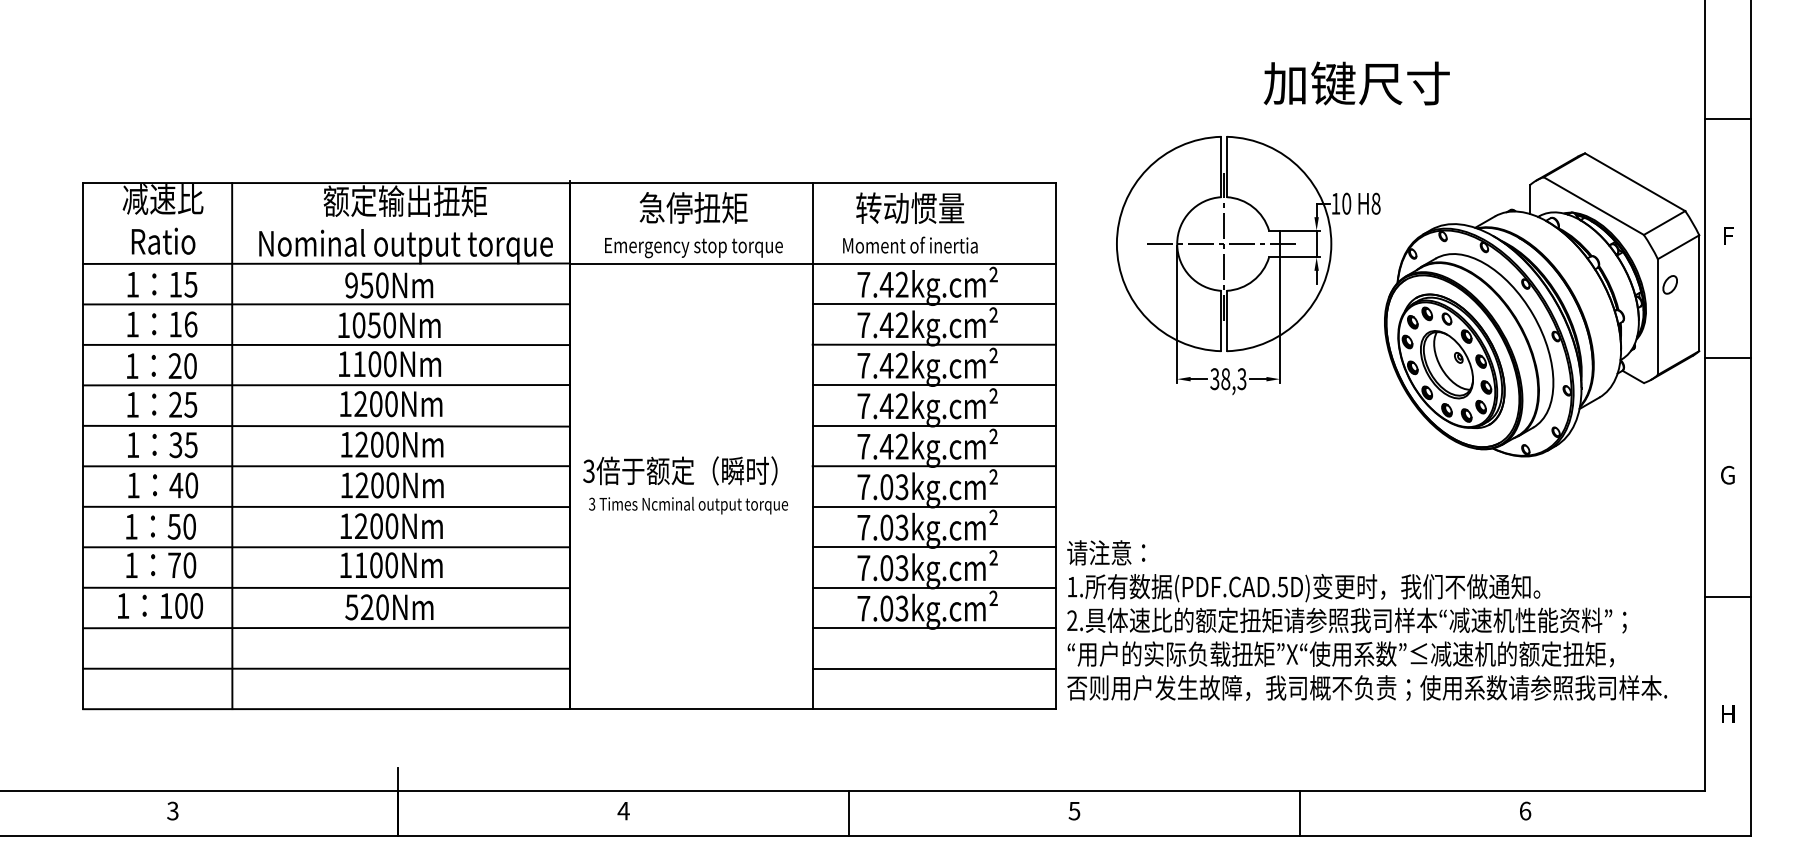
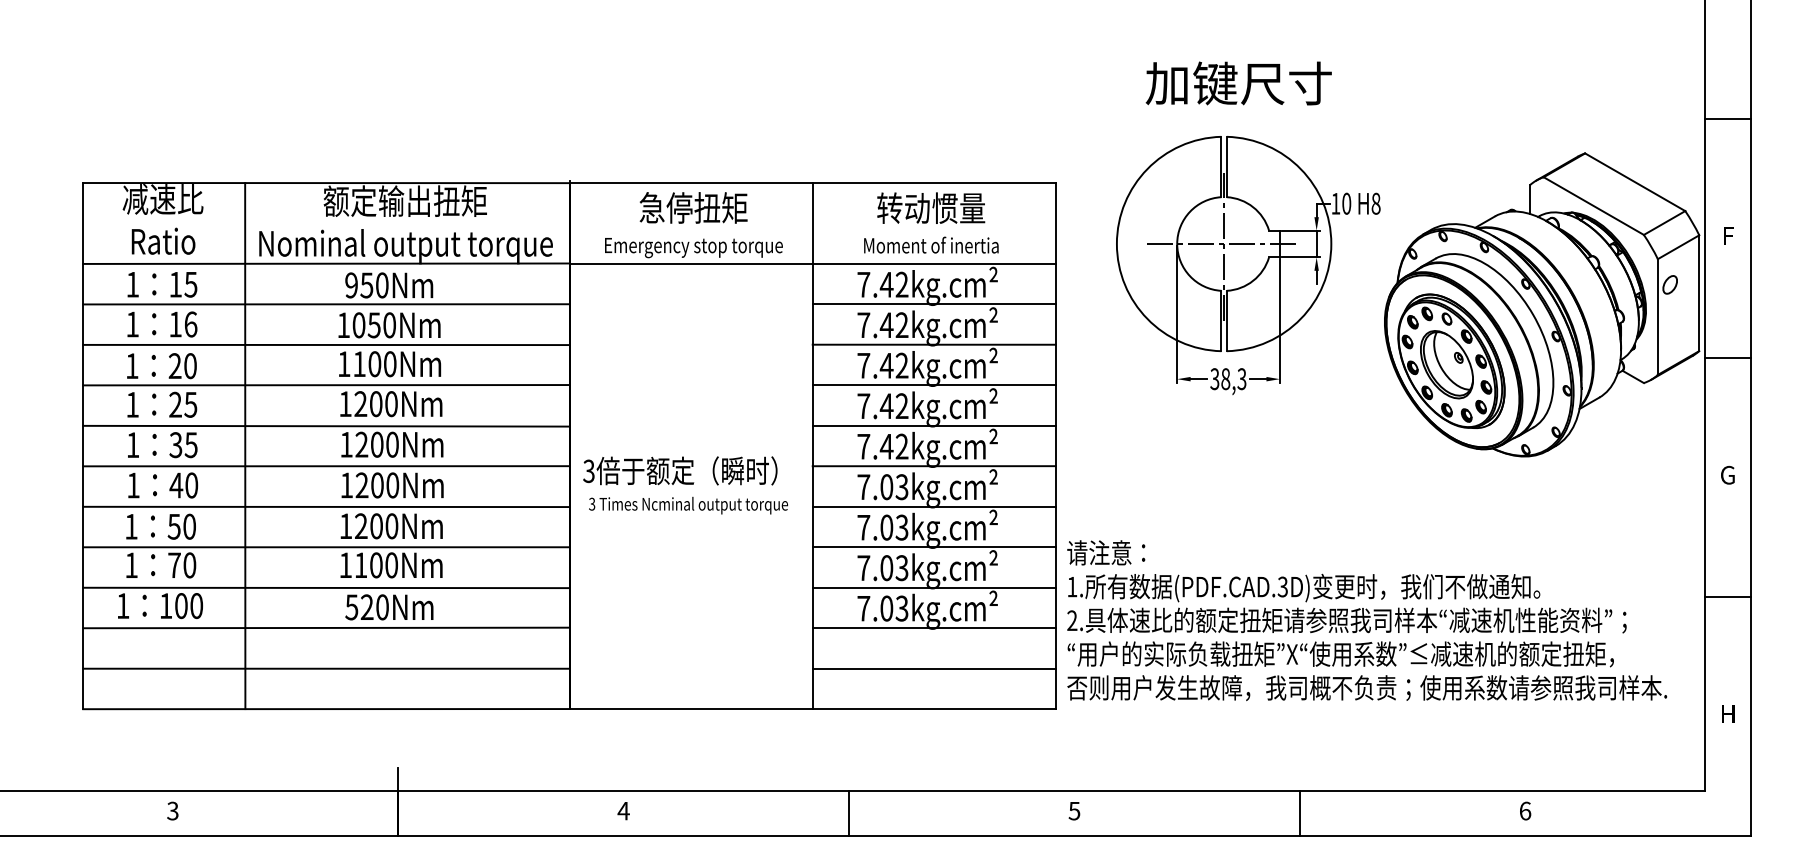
text at (1356, 83) position: (1356, 83) -> (1238, 83)
text at (910, 222) position: (910, 222) -> (931, 222)
line at (232, 446) position: (232, 446) -> (245, 446)
text at (1282, 586): (PDF.CAD.5D) -> (PDF.CAD.3D)
